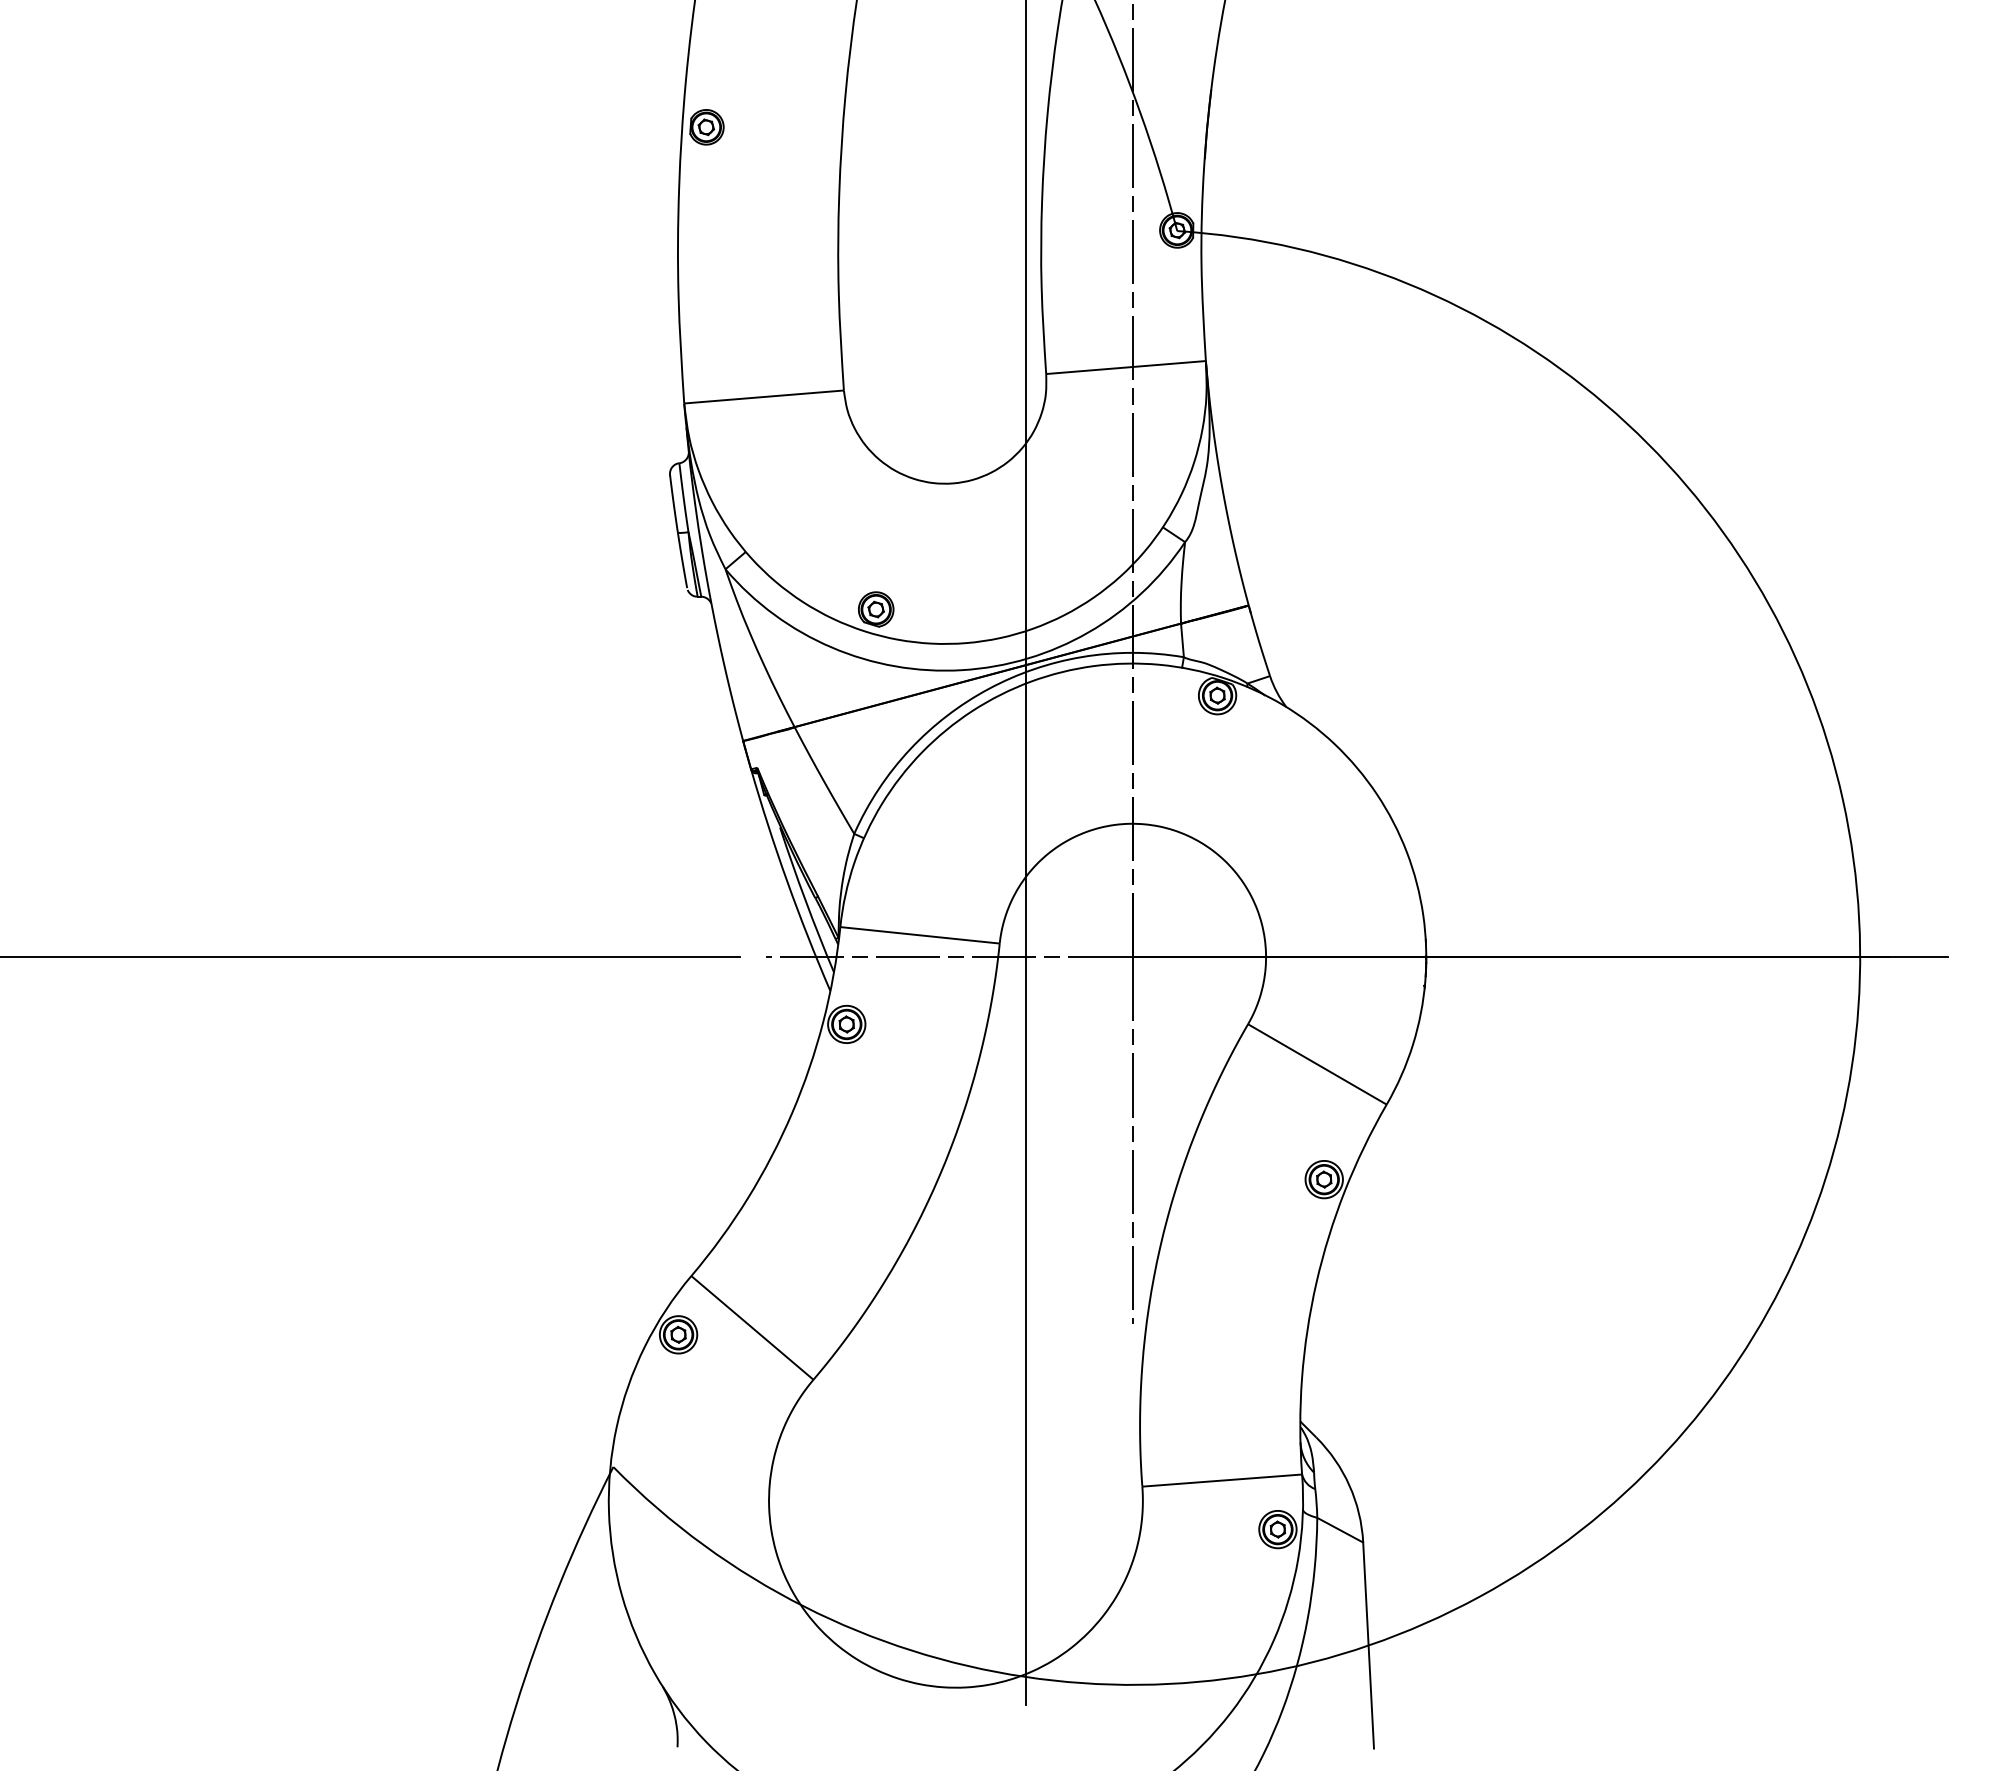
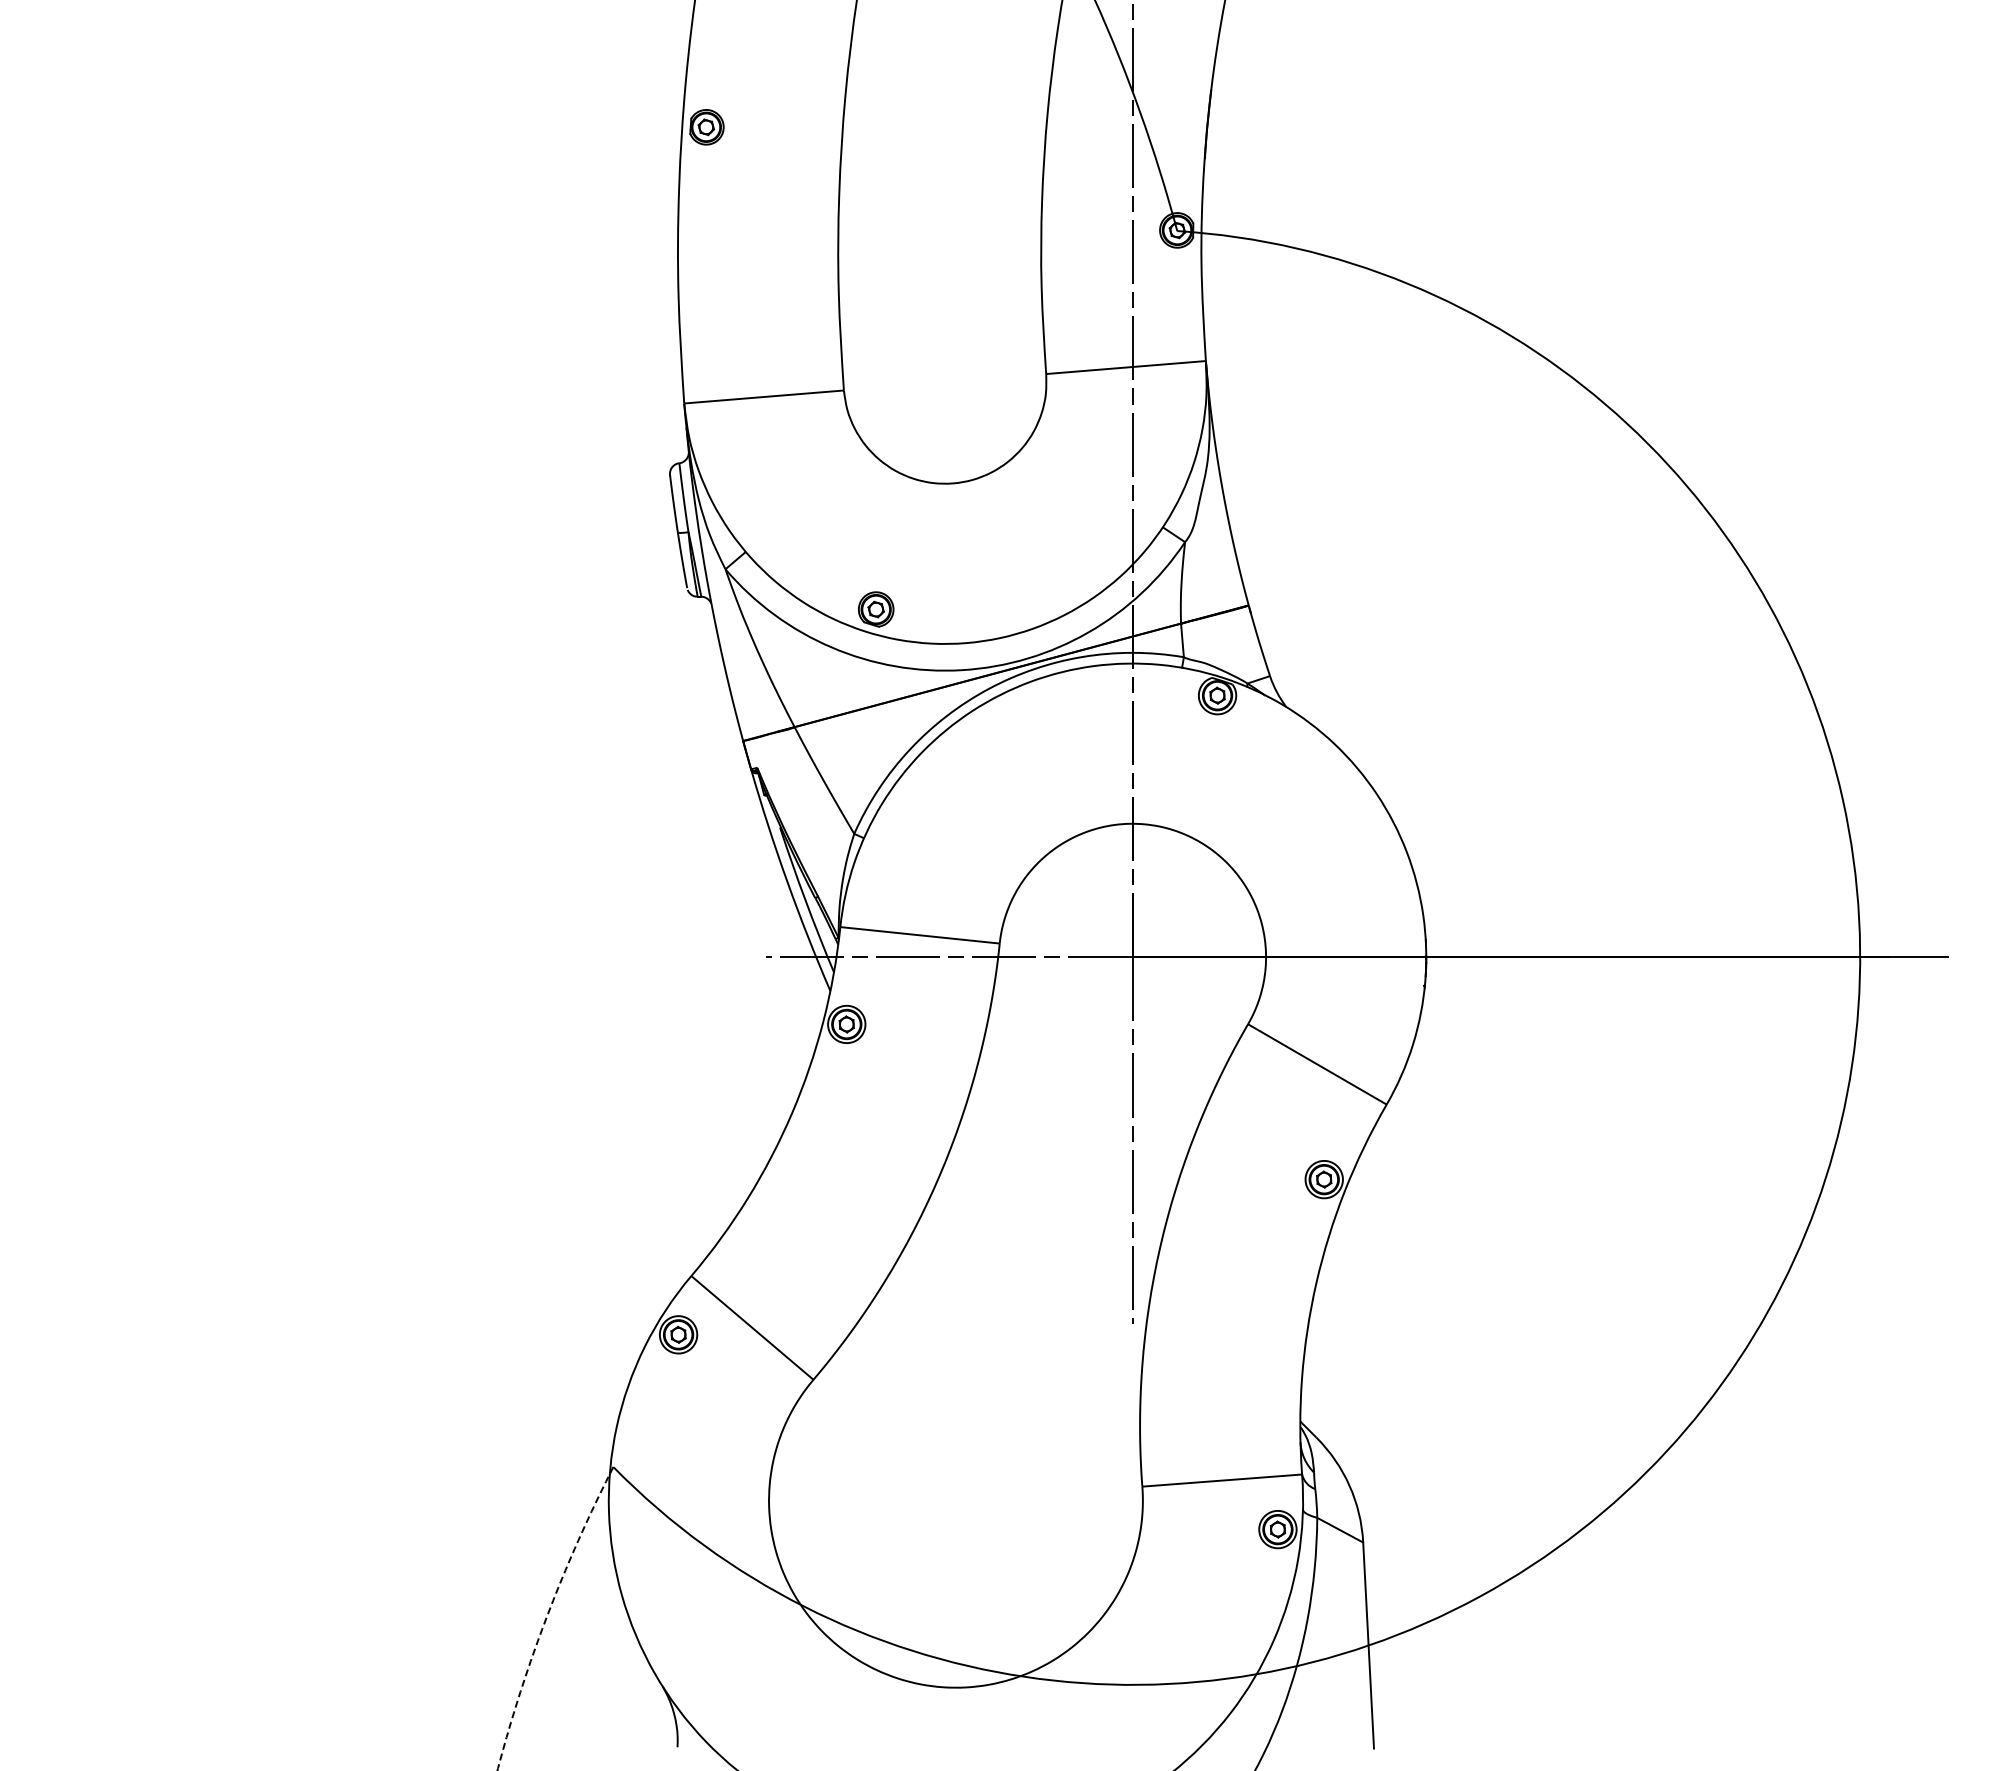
line at (1025, 853): present -> none
line at (370, 957): present -> none
arc at (547, 1615): solid -> dashed
